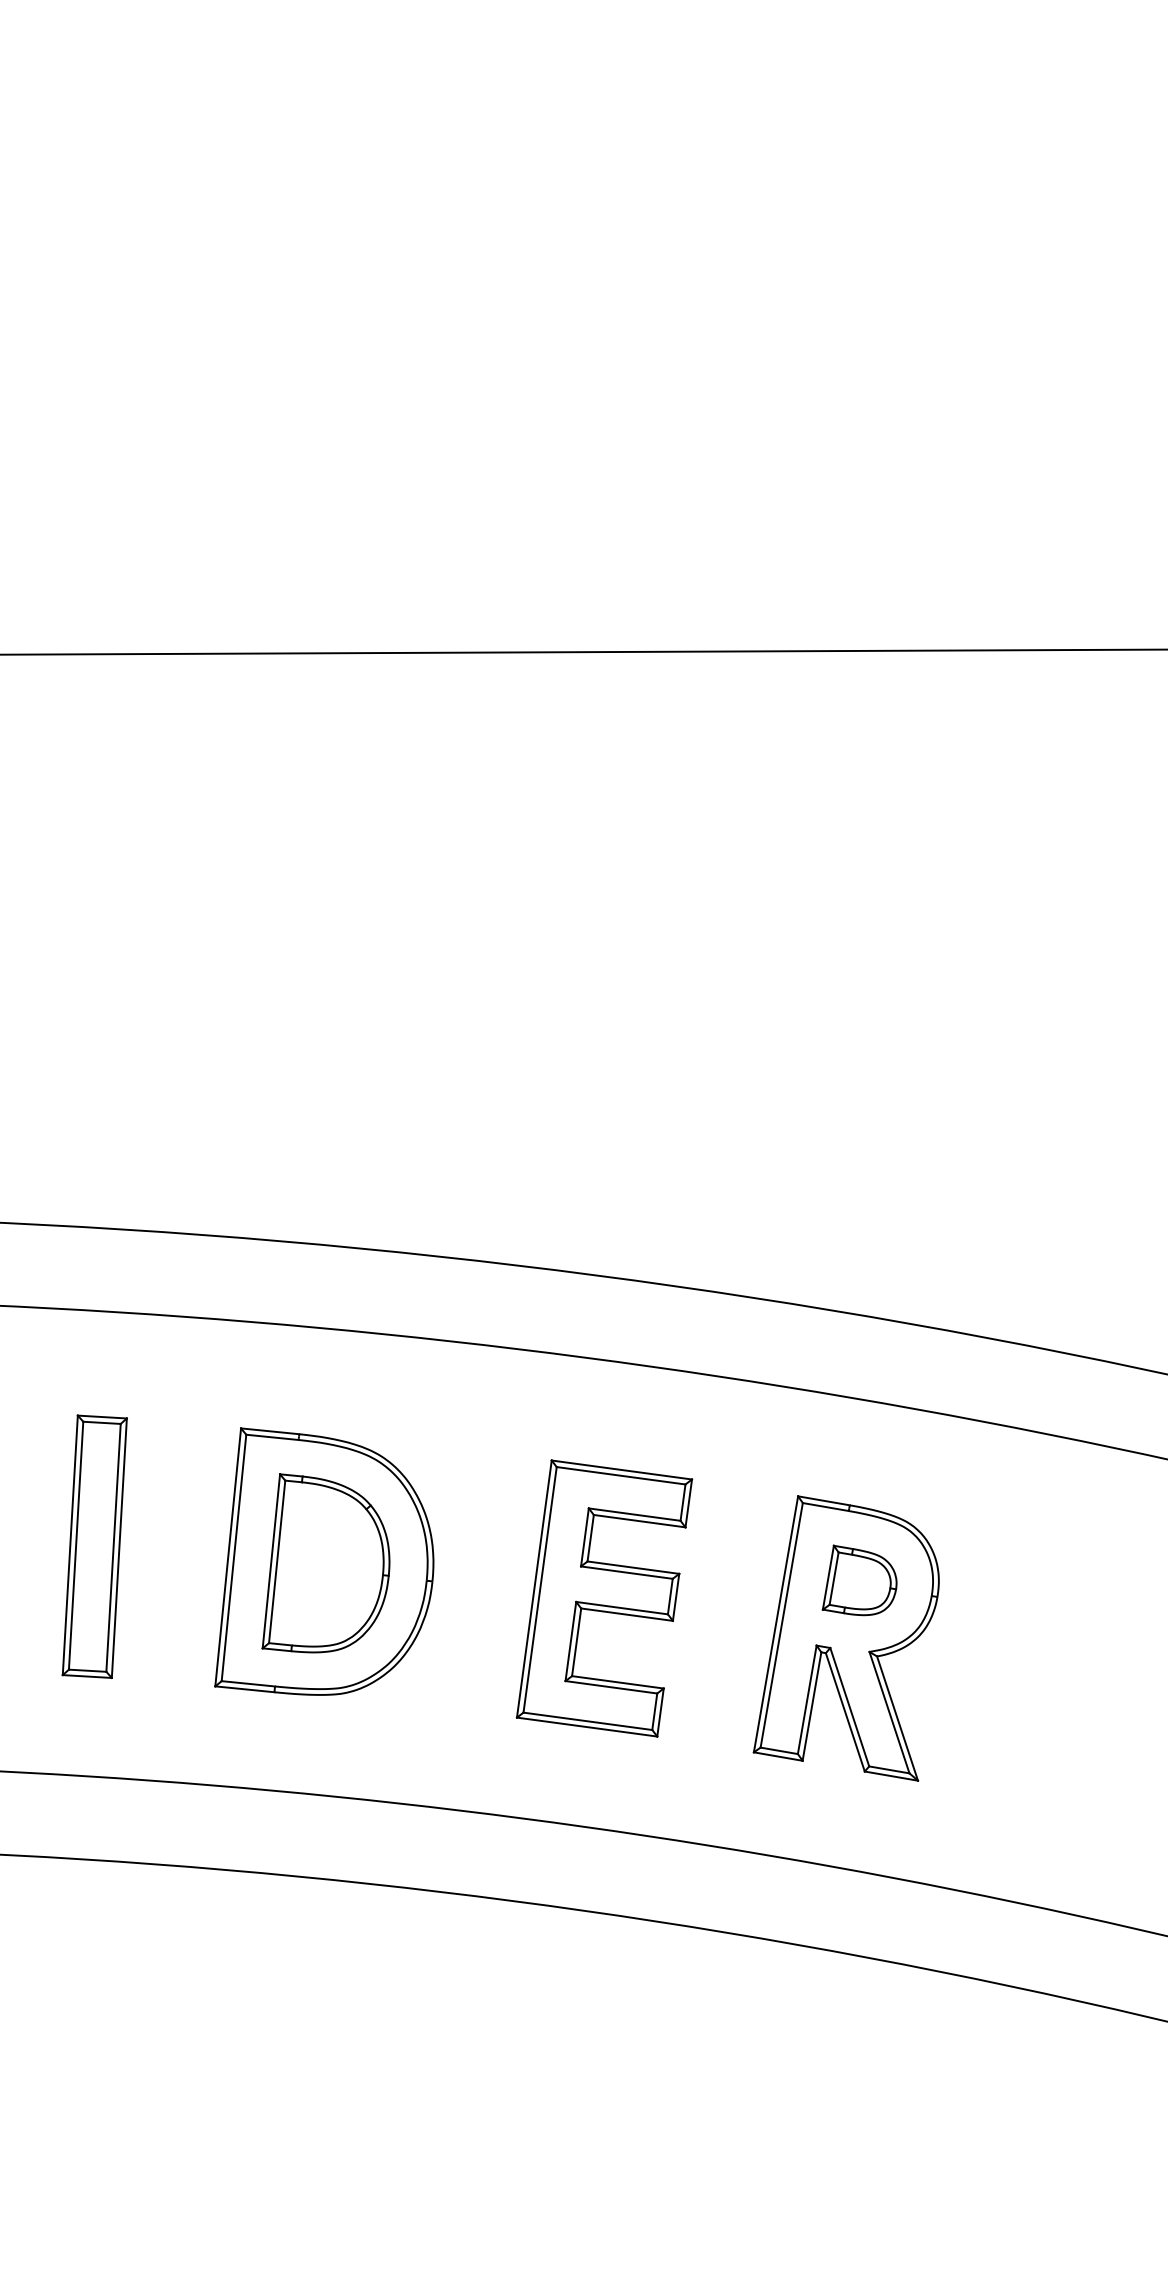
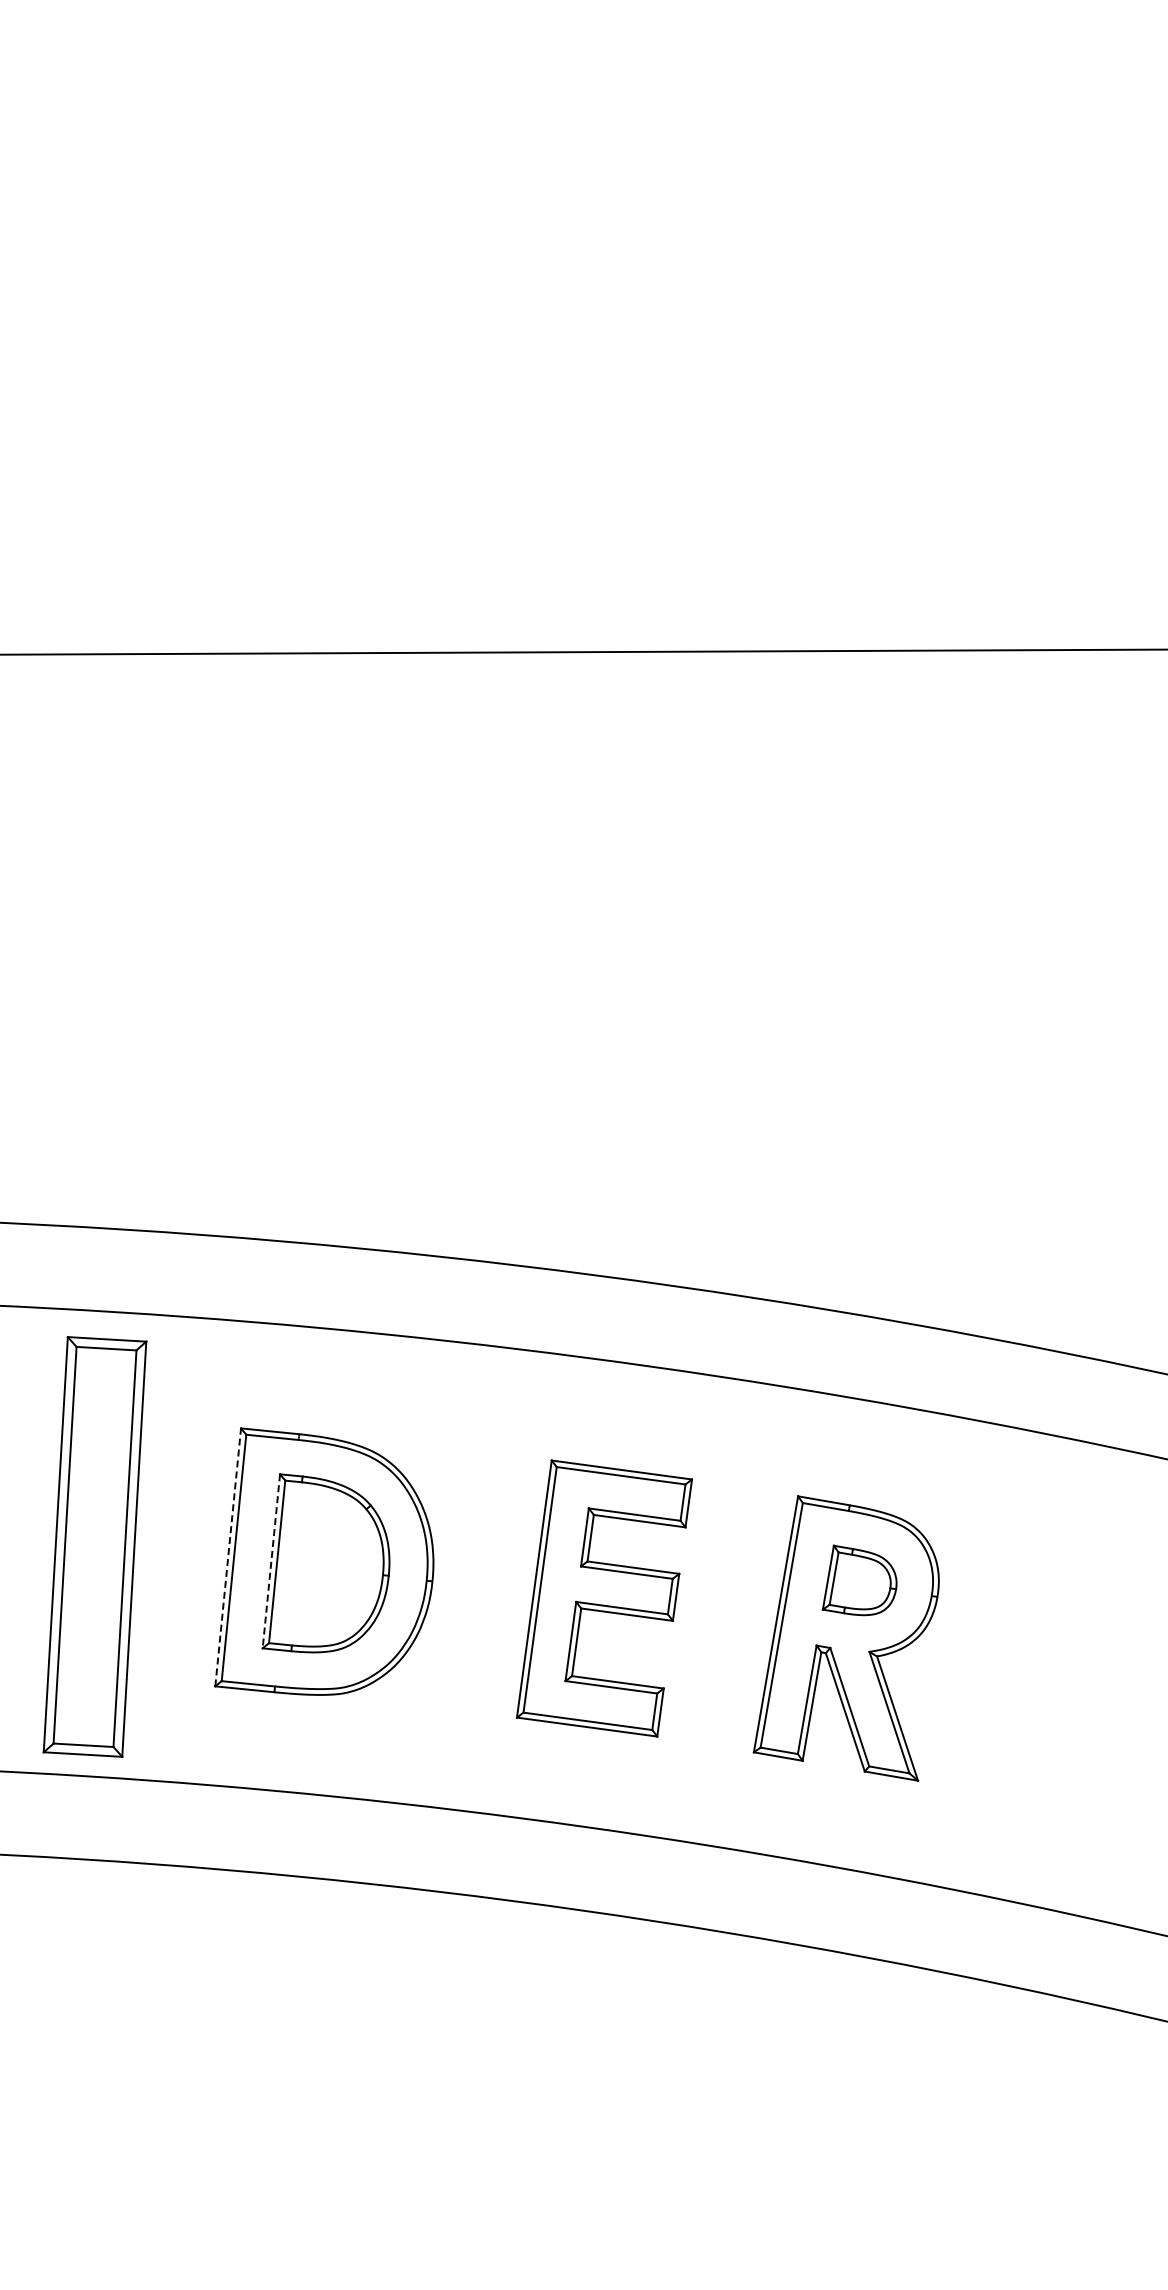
part at (94, 1546) size: 67x265 px -> 106x422 px
line at (228, 1557): solid -> dashed
line at (271, 1561): solid -> dashed
